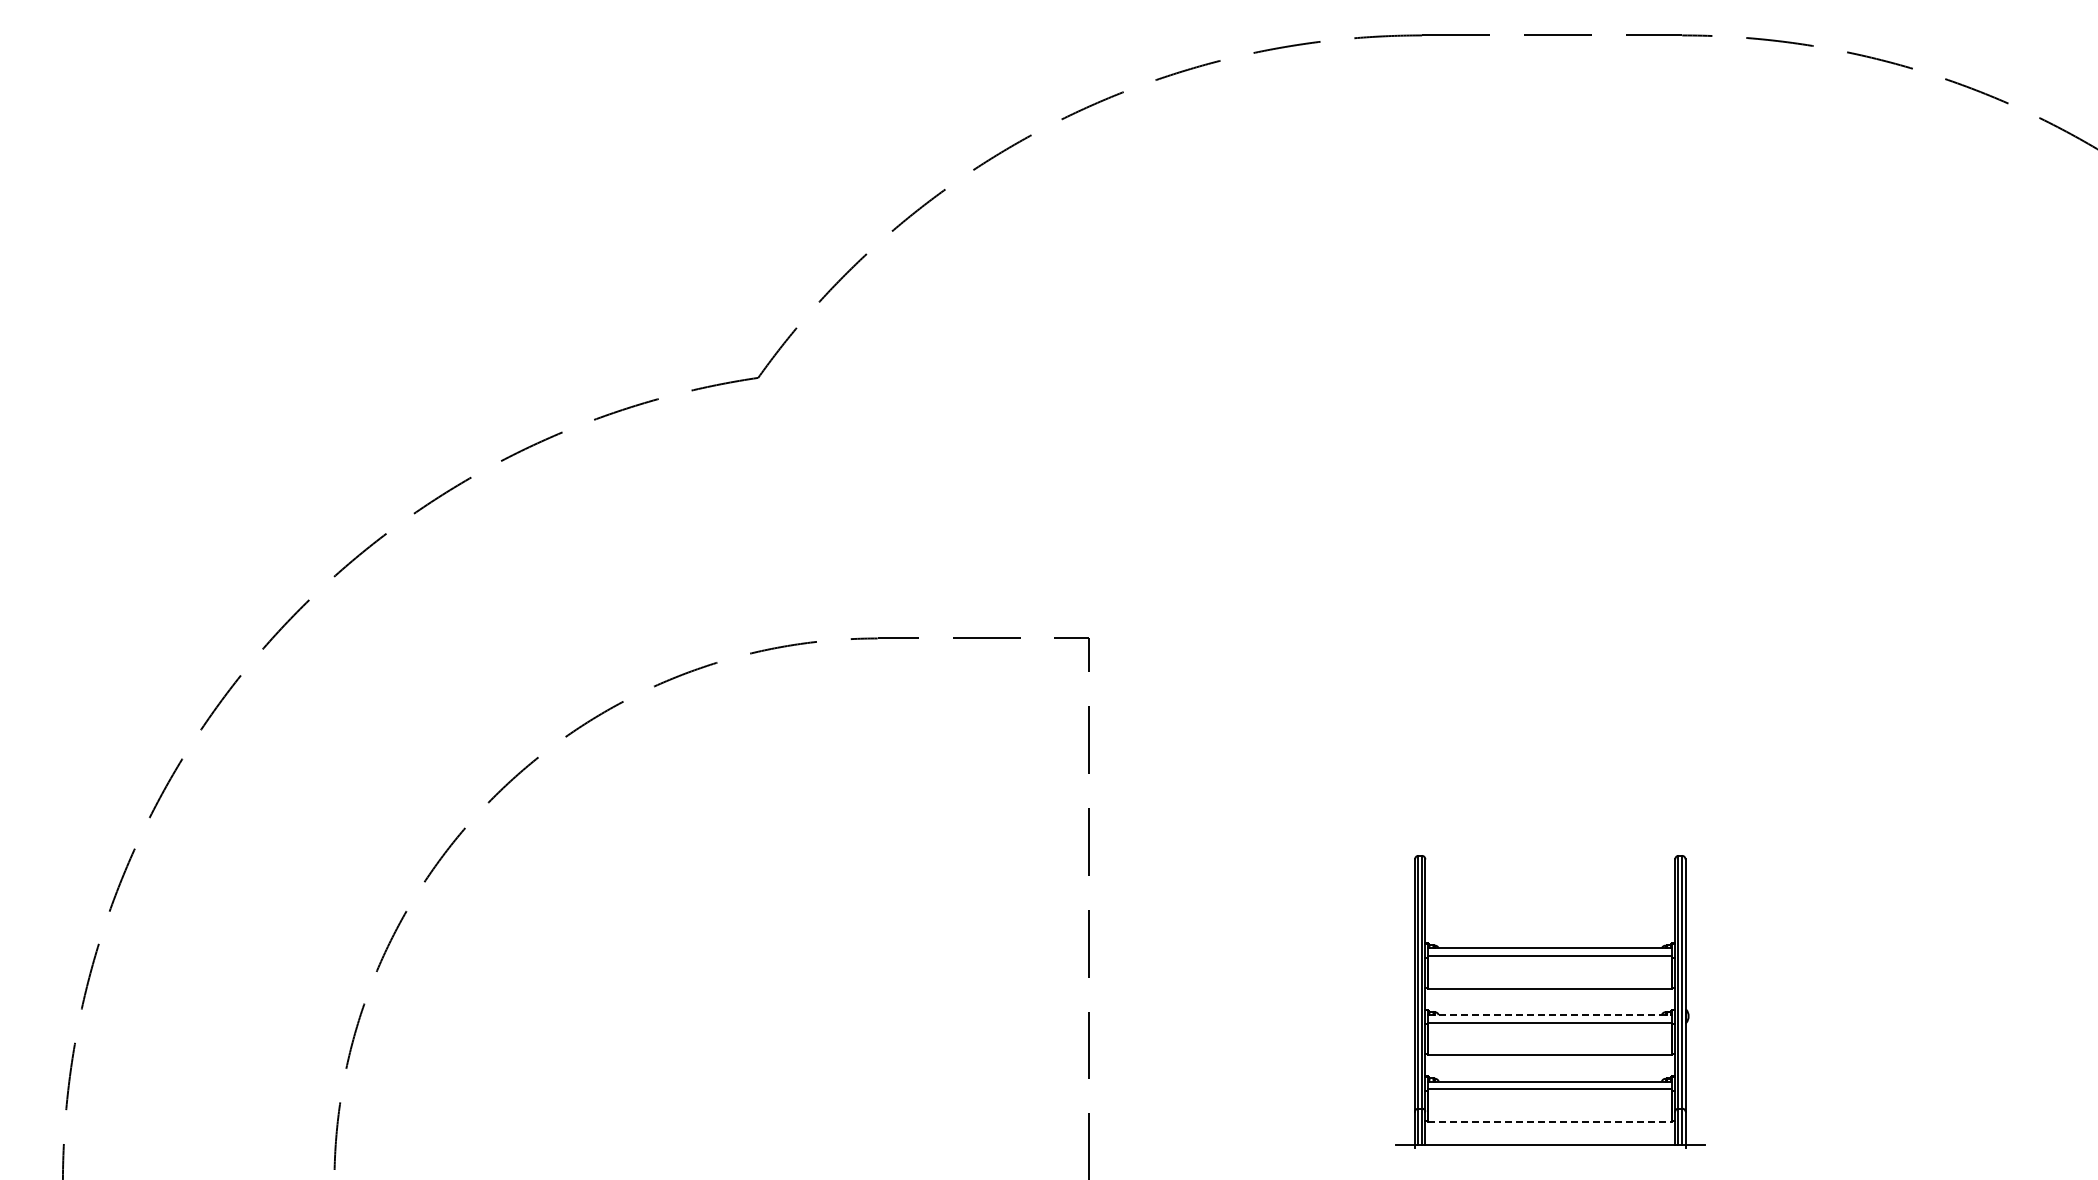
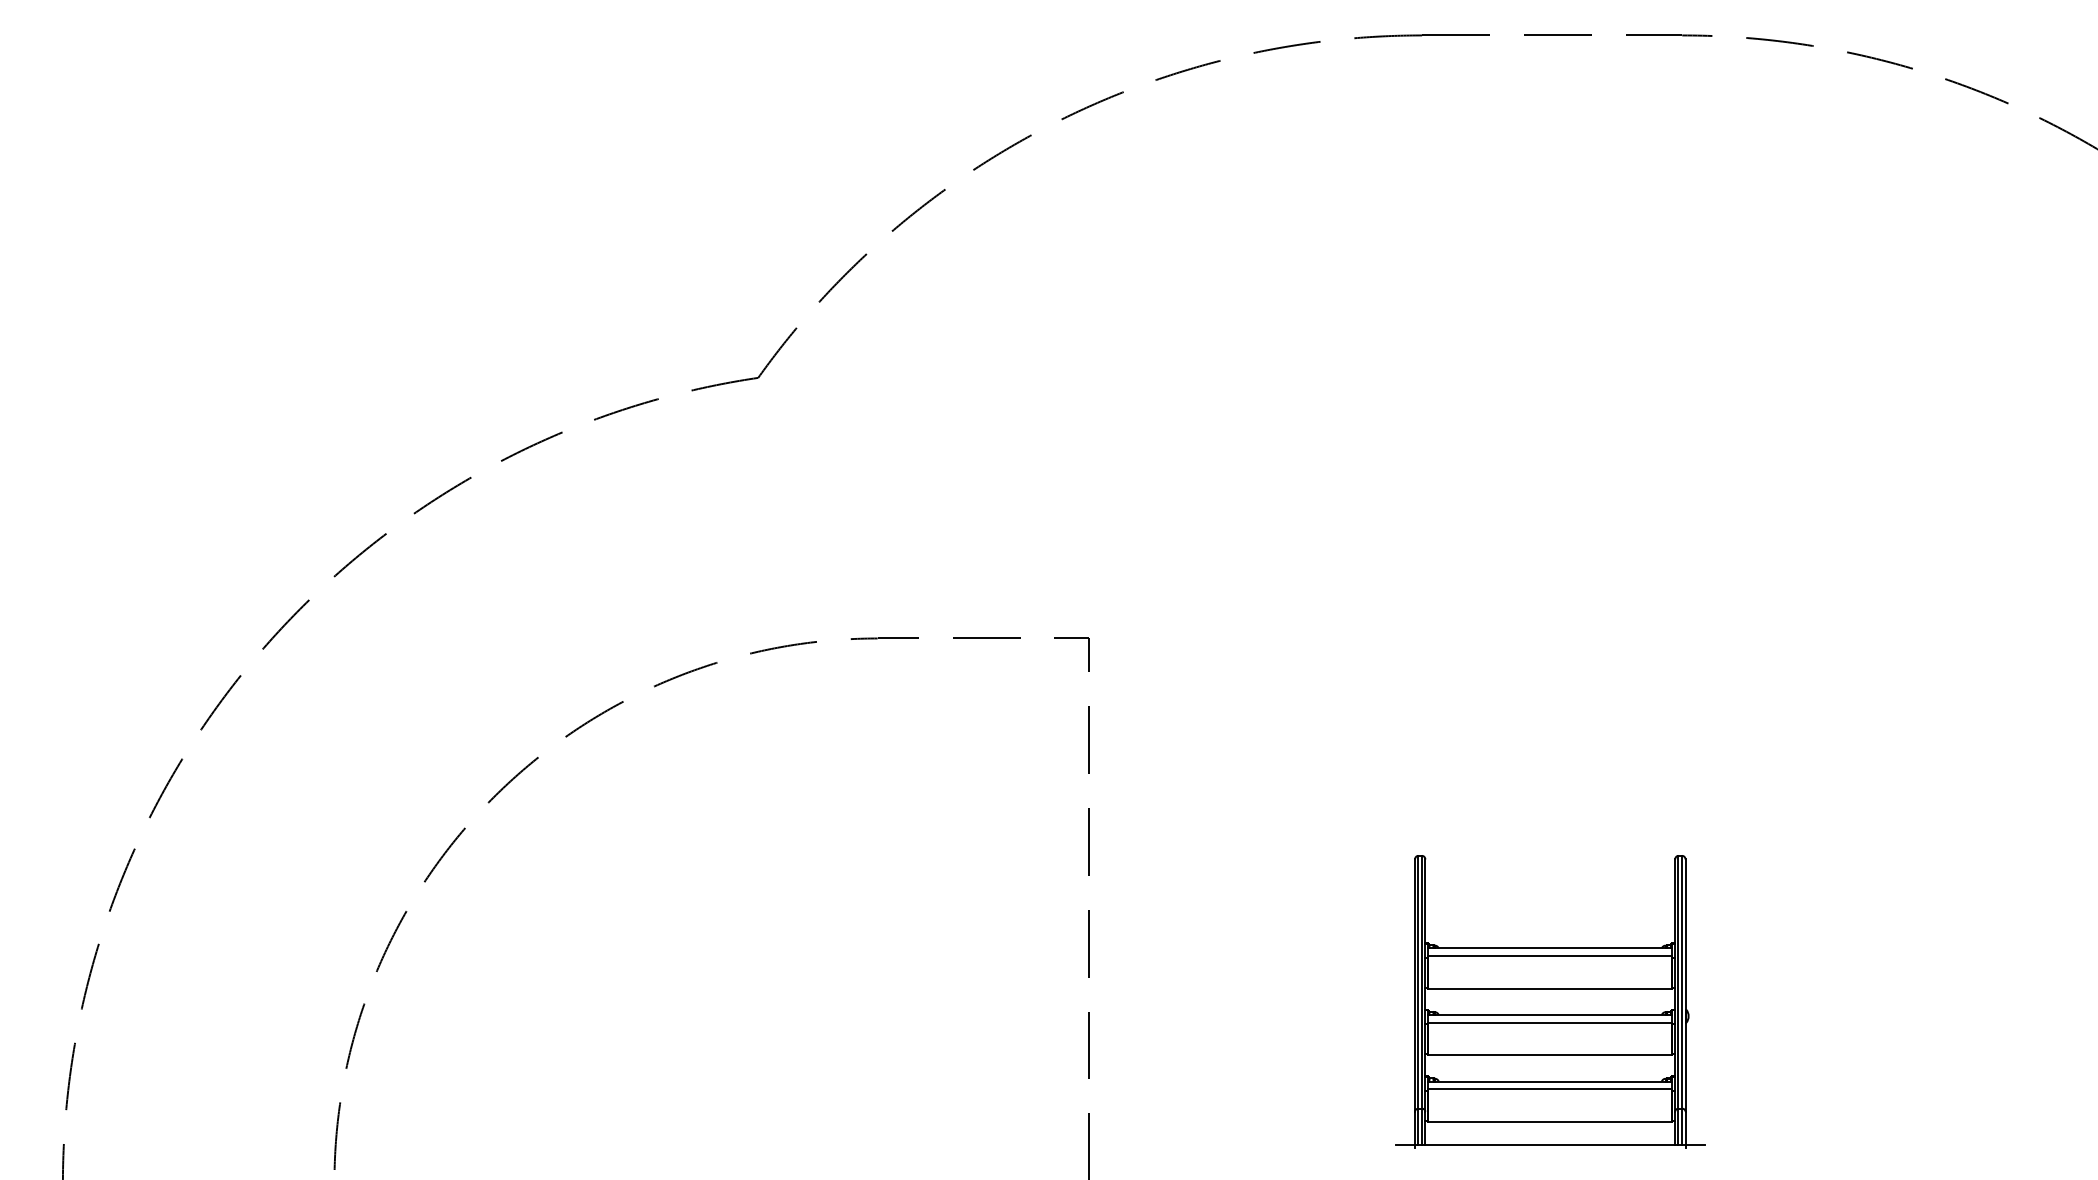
line at (1550, 1015): dashed -> solid
line at (1550, 1122): dashed -> solid
